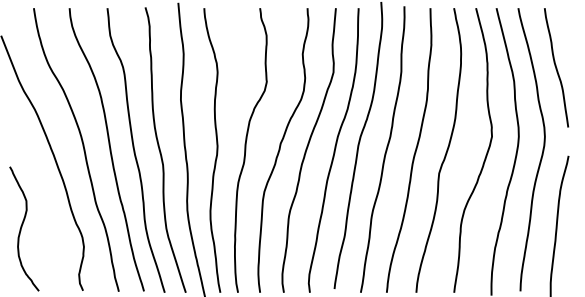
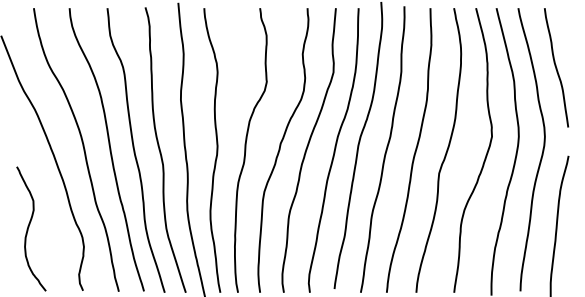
curve at (22, 227) position: (22, 227) -> (29, 227)
